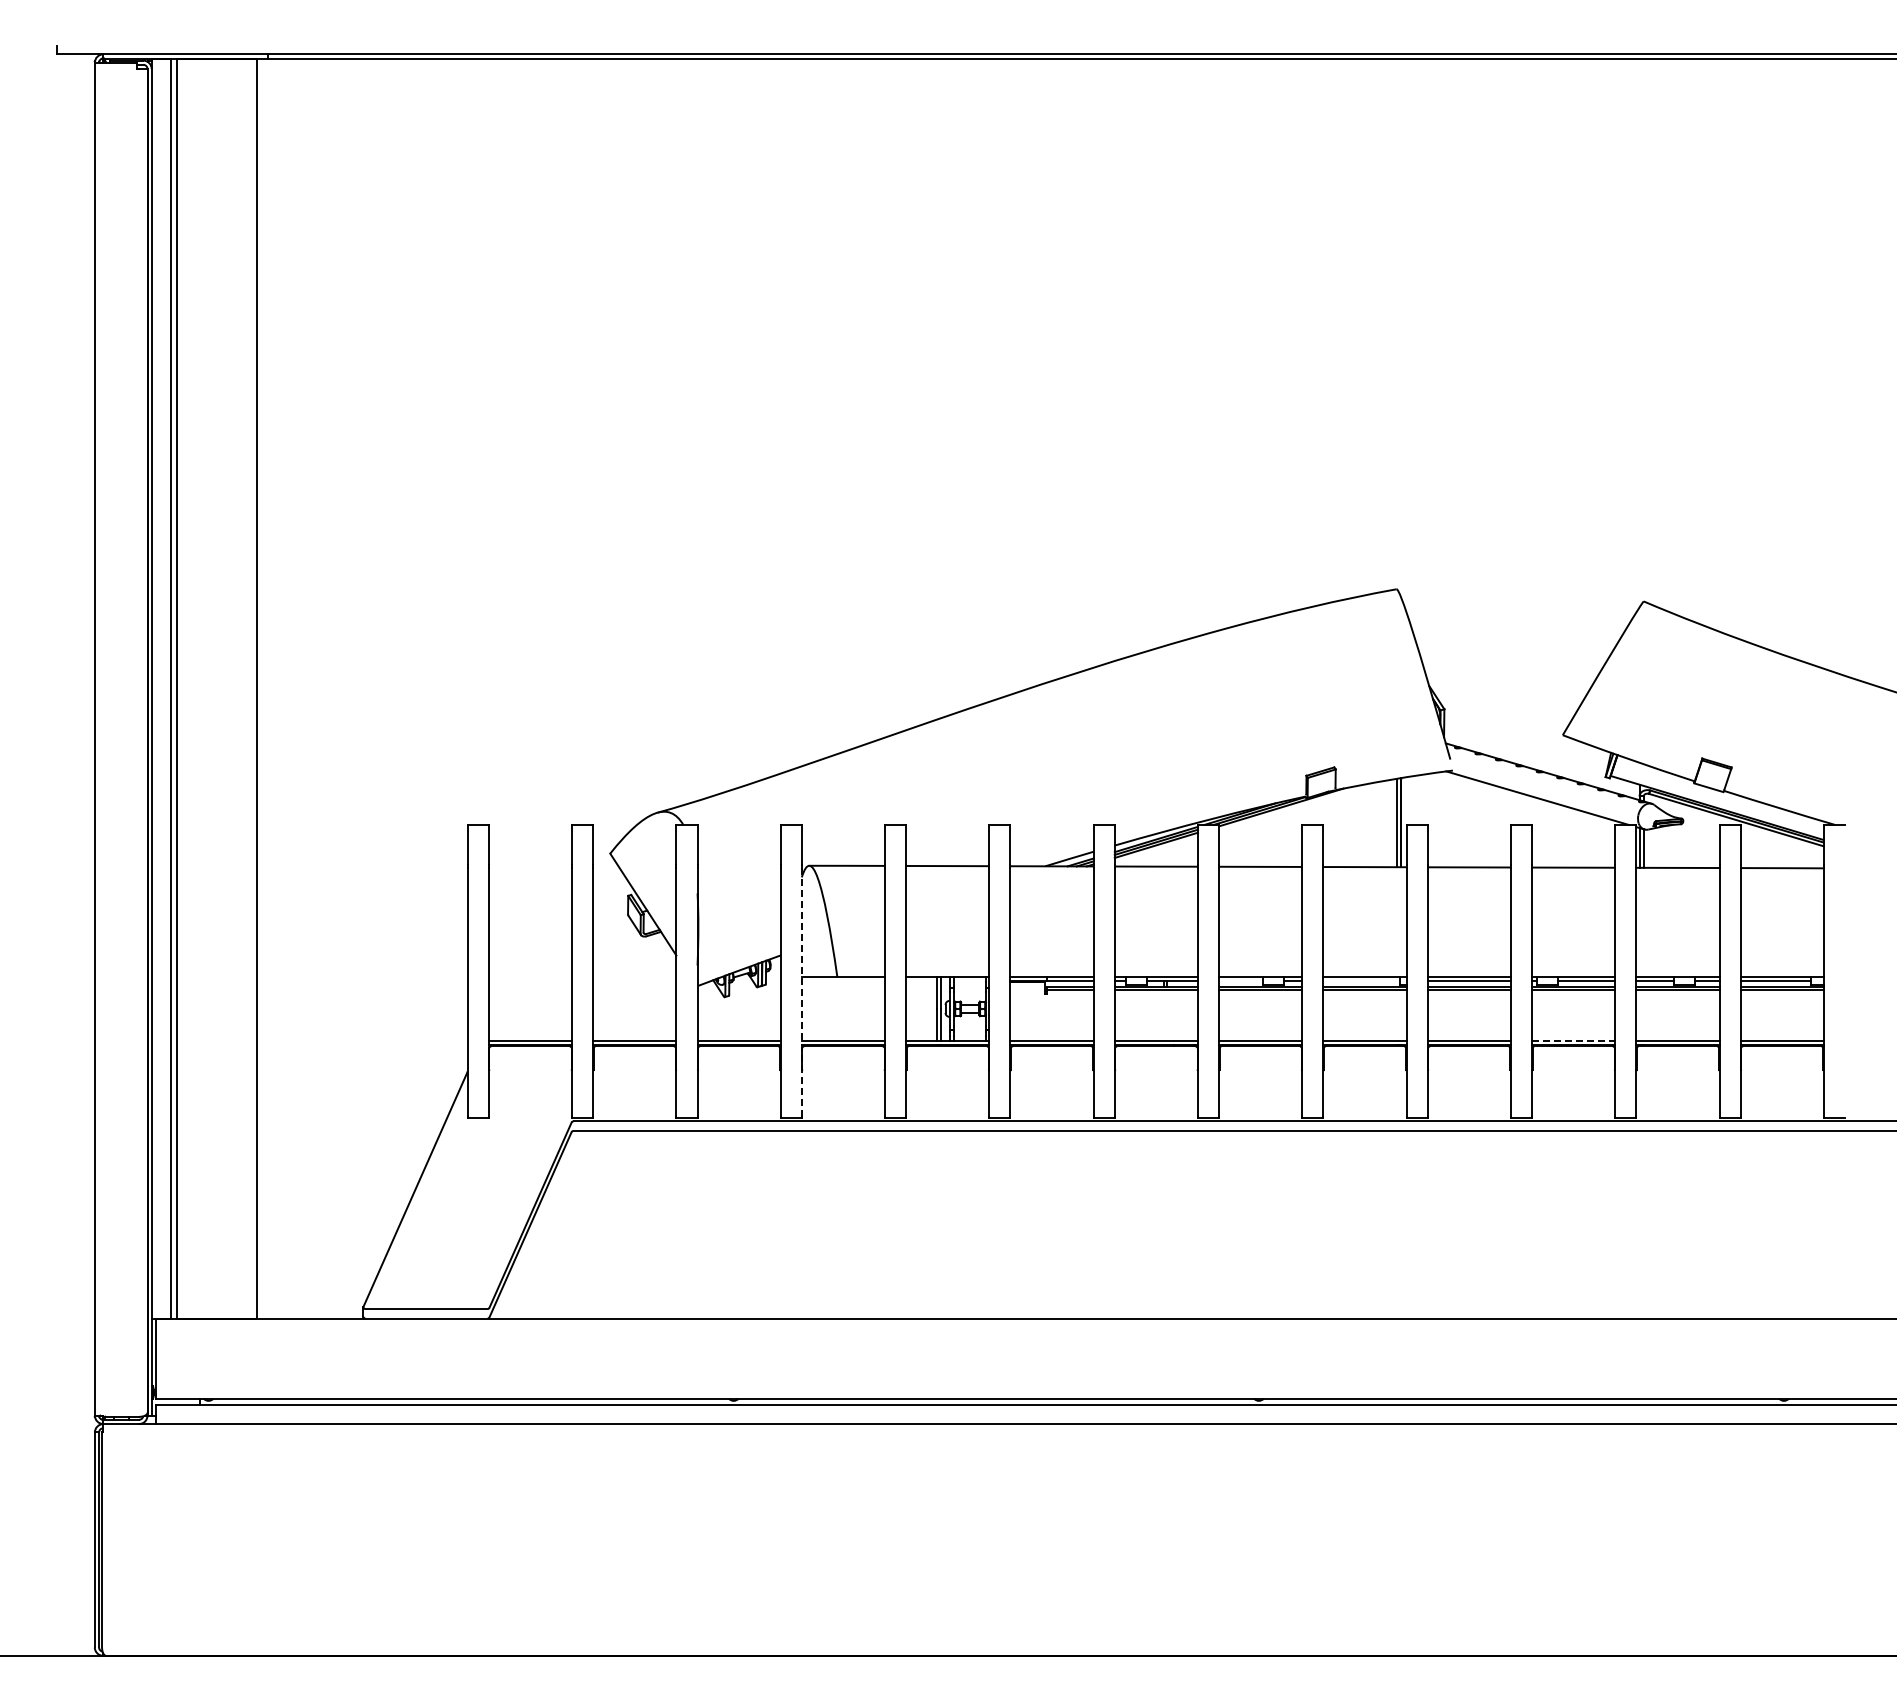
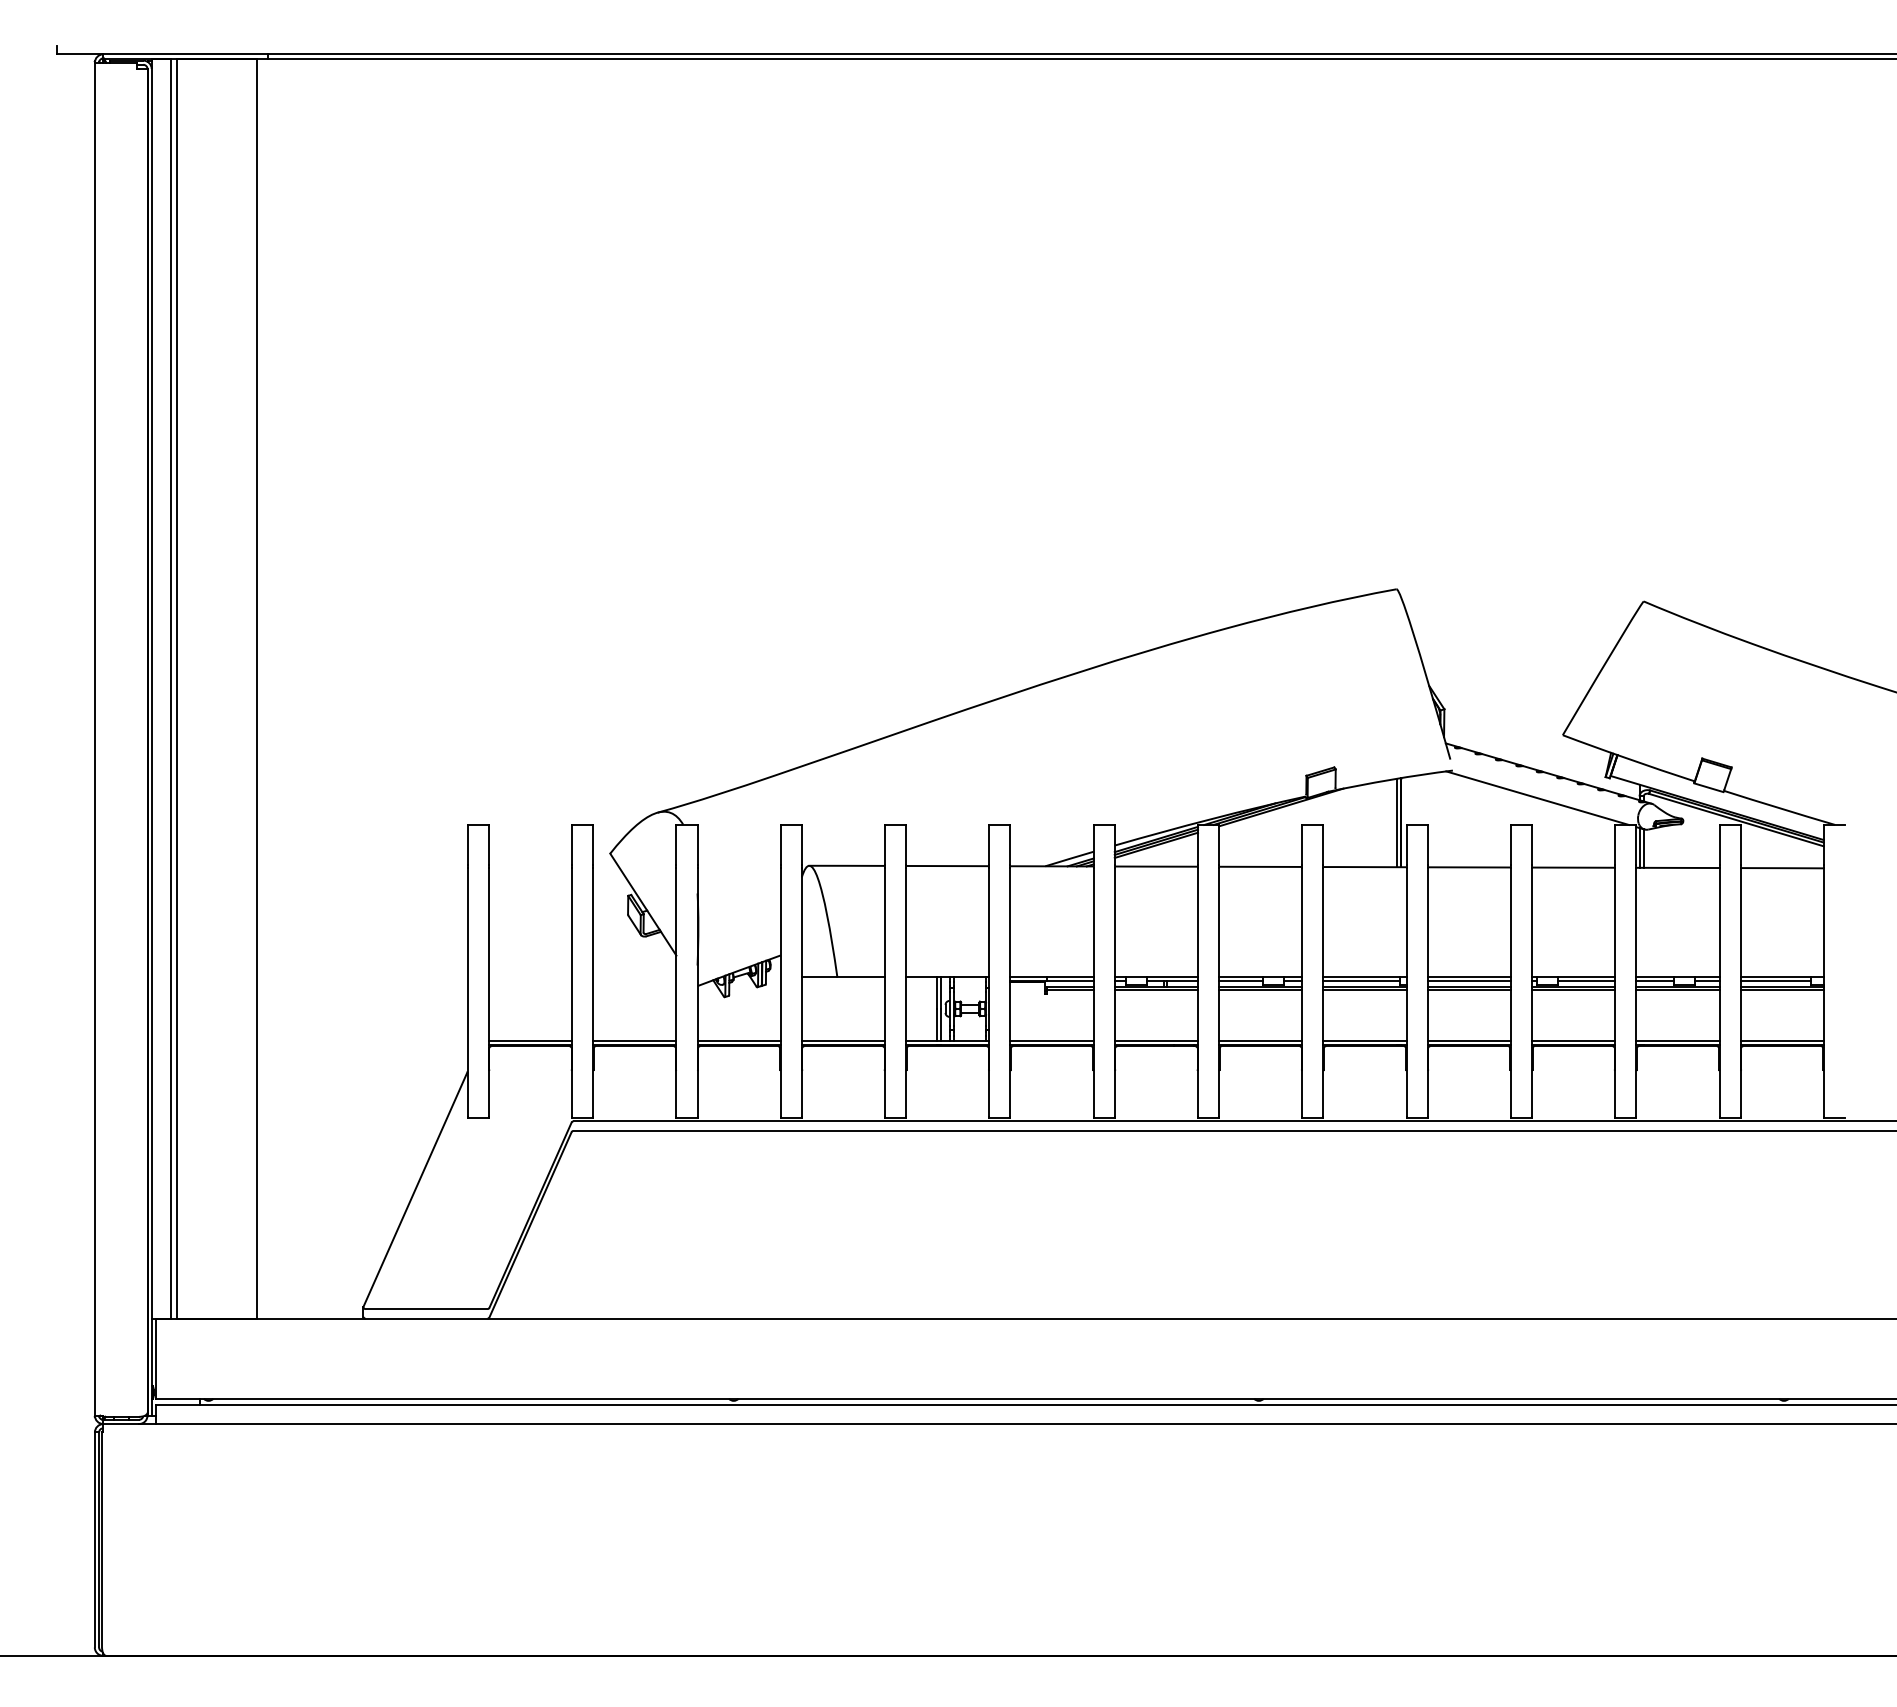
line at (1241, 980): none -> present
line at (1361, 980): none -> present
line at (801, 992): dashed -> solid
line at (1573, 1040): dashed -> solid
